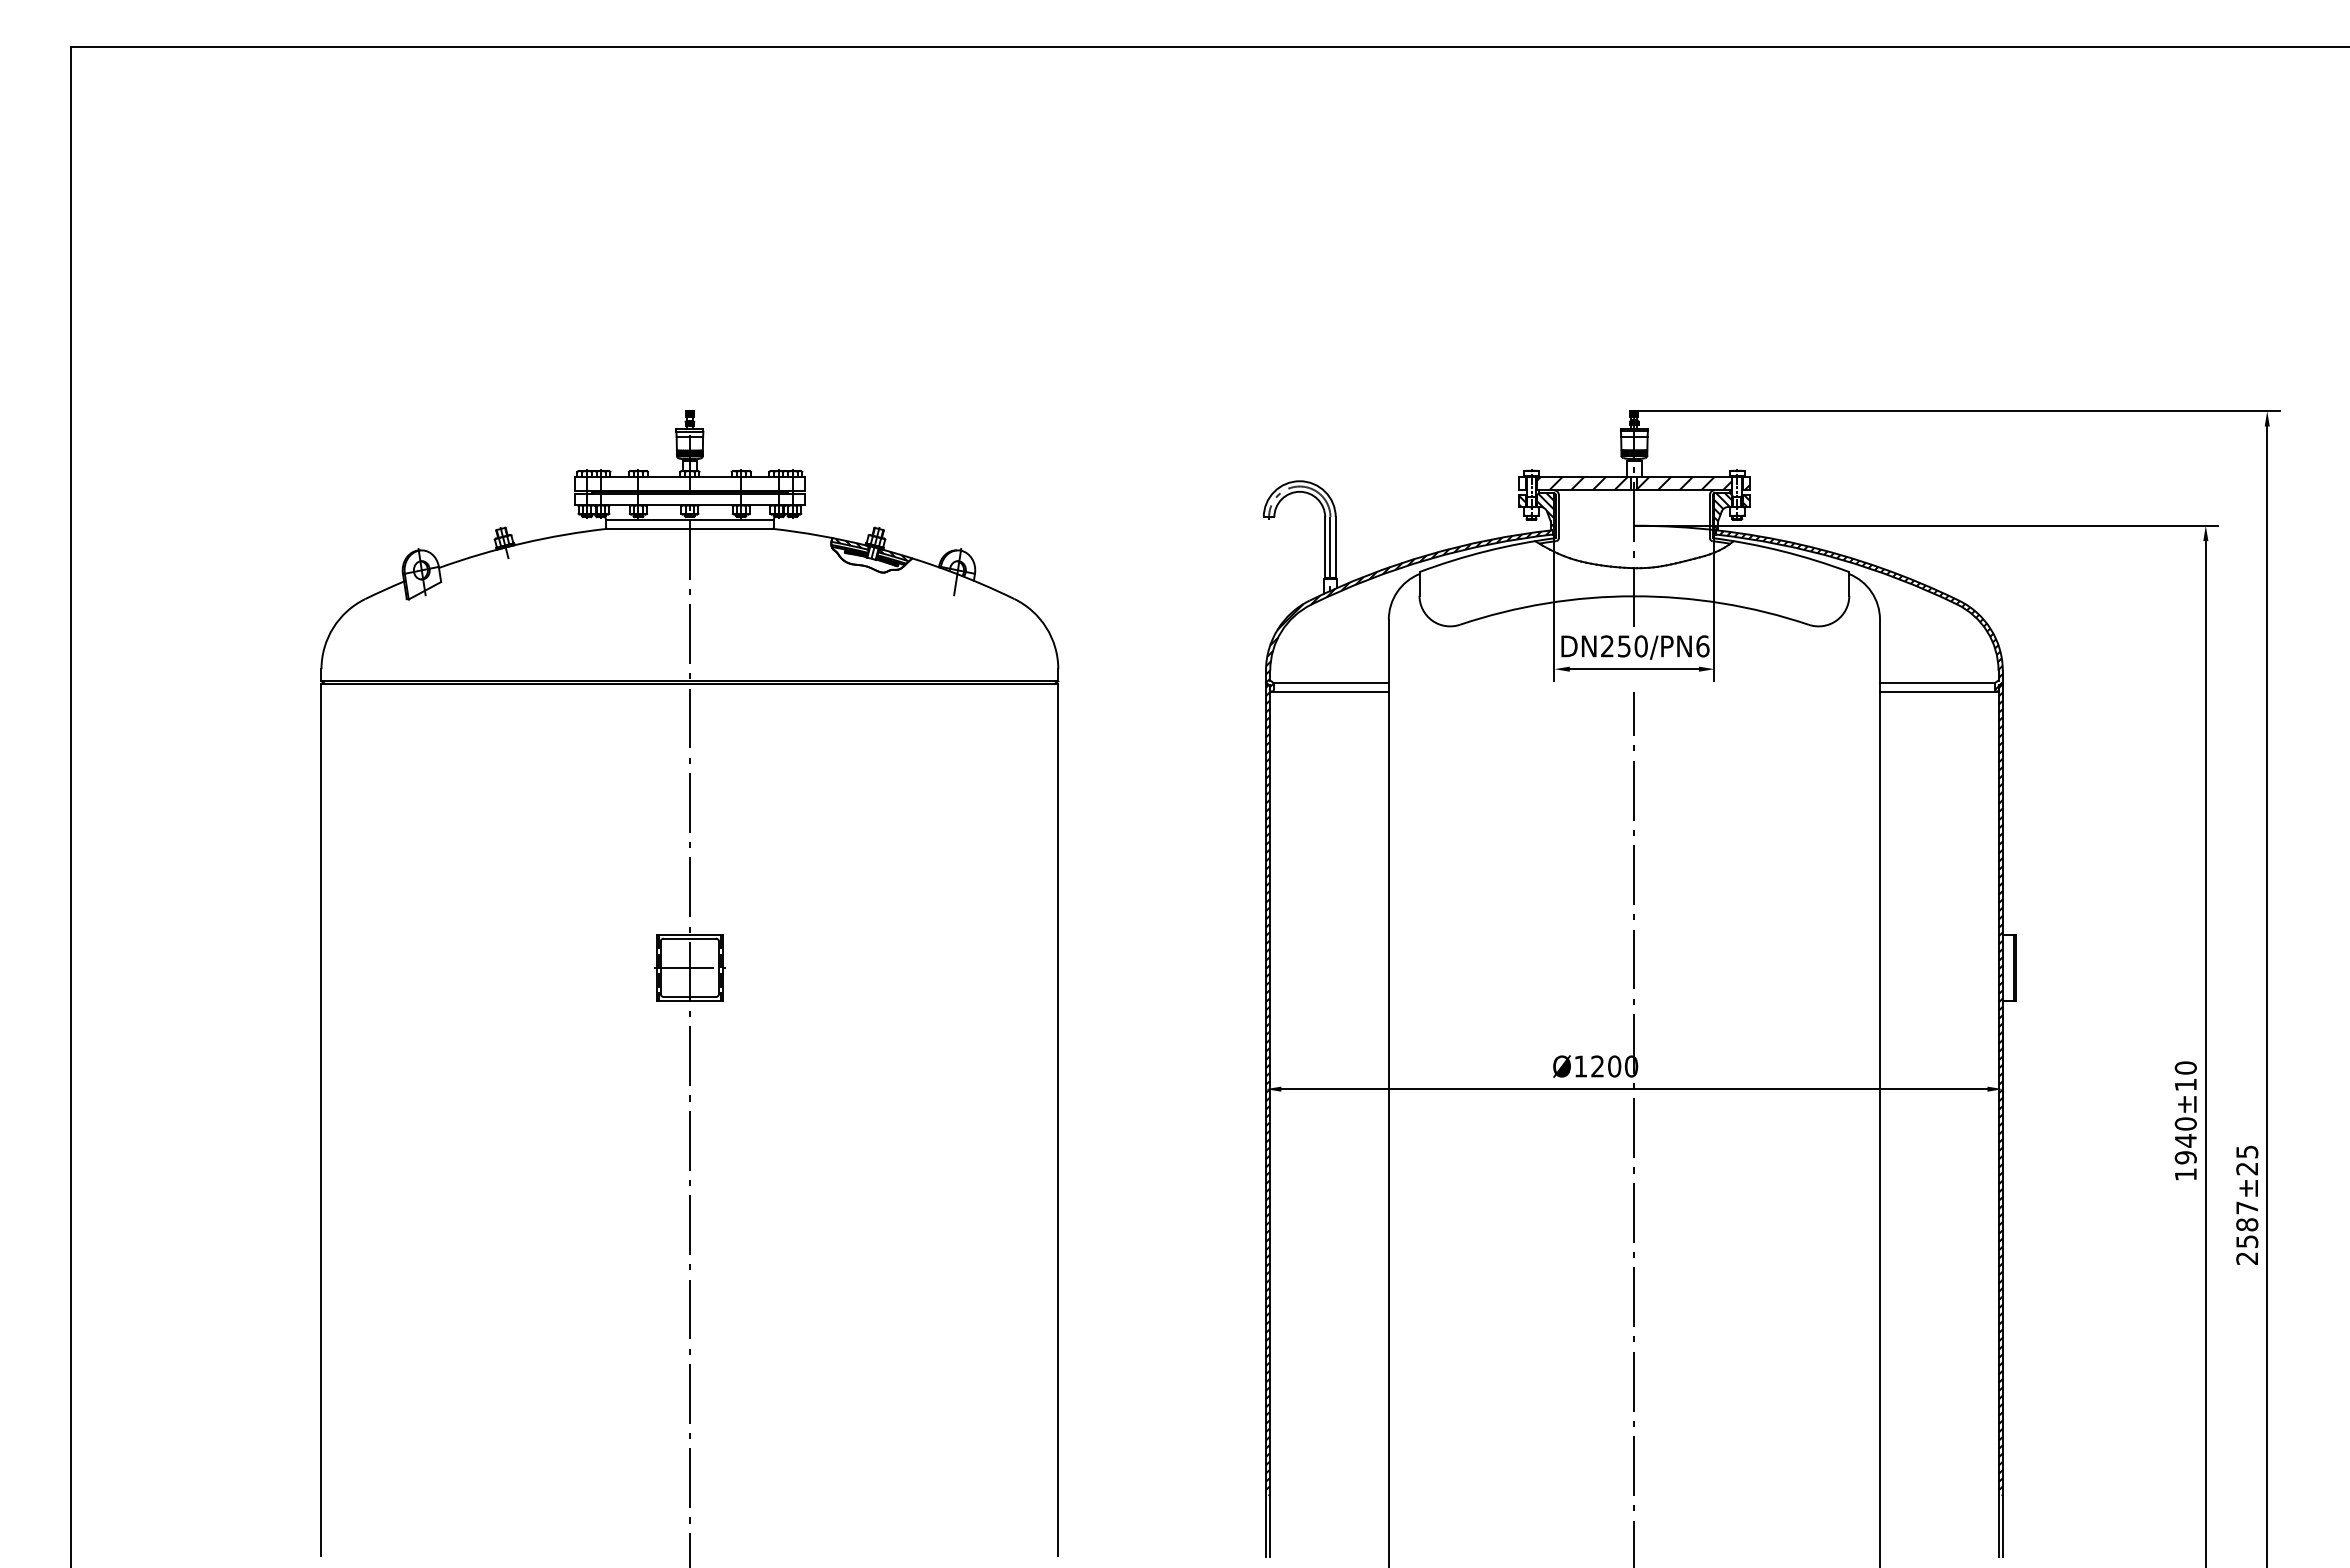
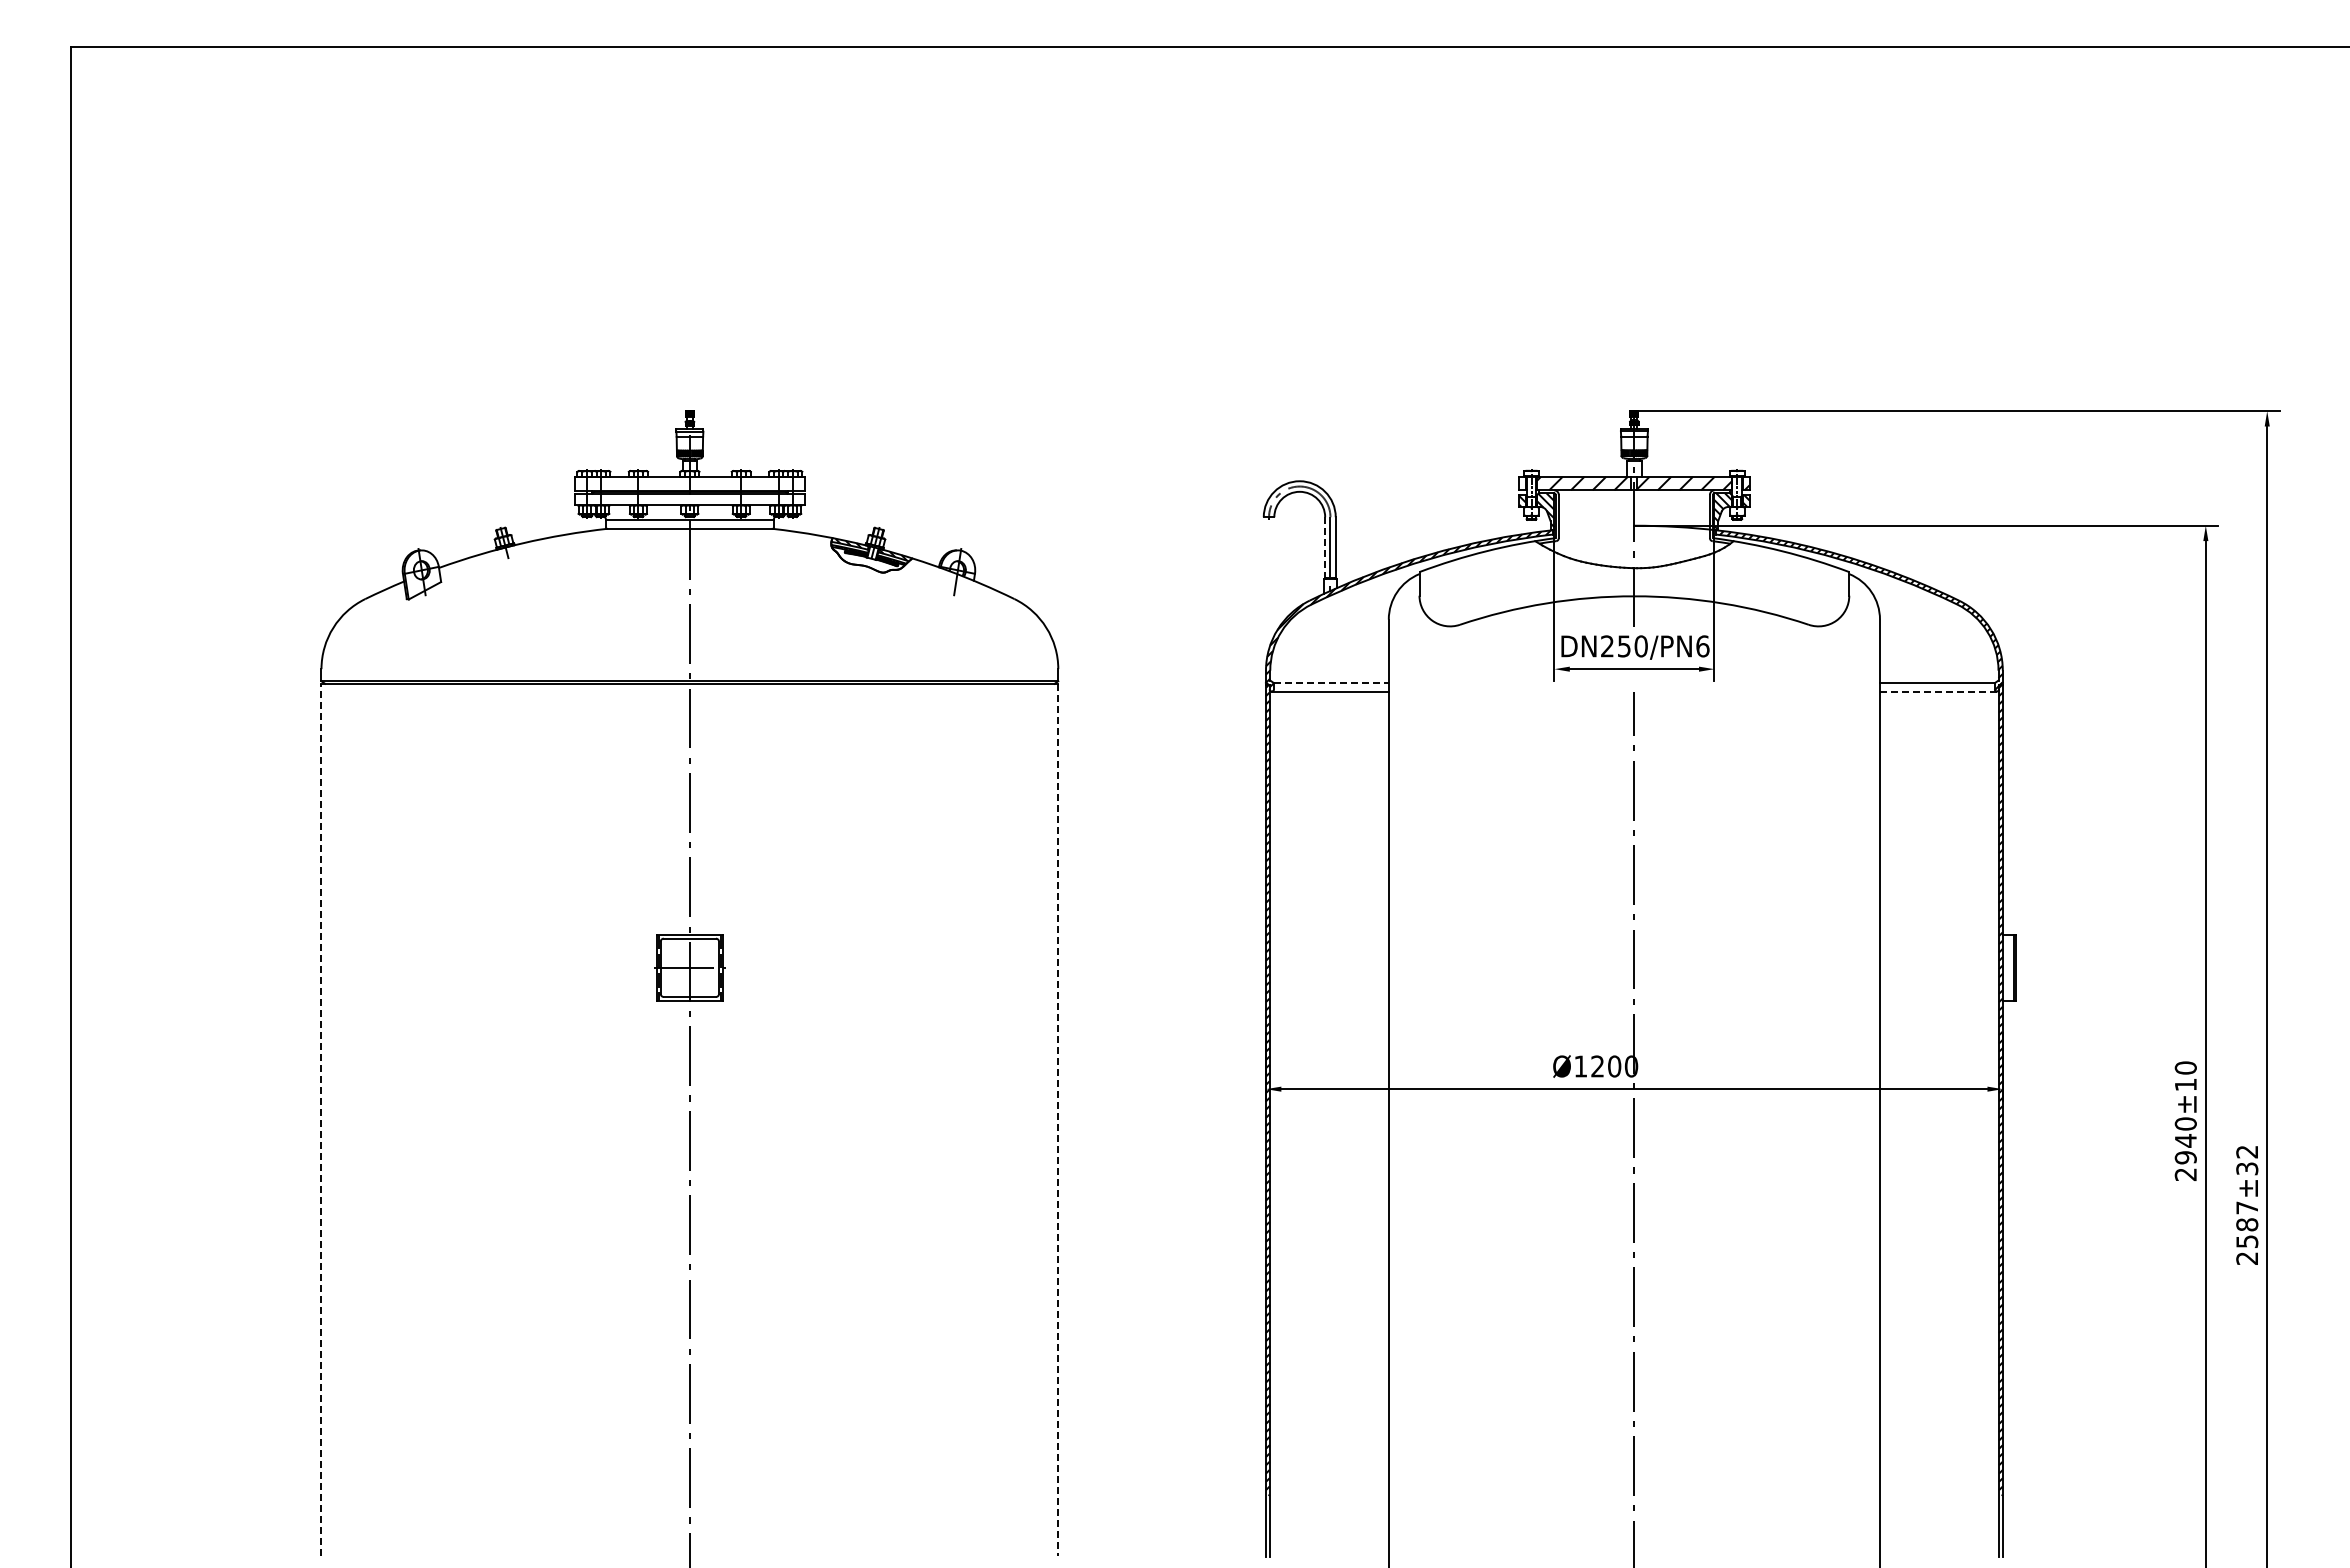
line at (1325, 548): solid -> dashed
line at (1331, 683): solid -> dashed
line at (1938, 691): solid -> dashed
line at (321, 1119): solid -> dashed
line at (1058, 1119): solid -> dashed
text at (2247, 1160): ±25 -> ±32
text at (2185, 1174): 1940 -> 2940
